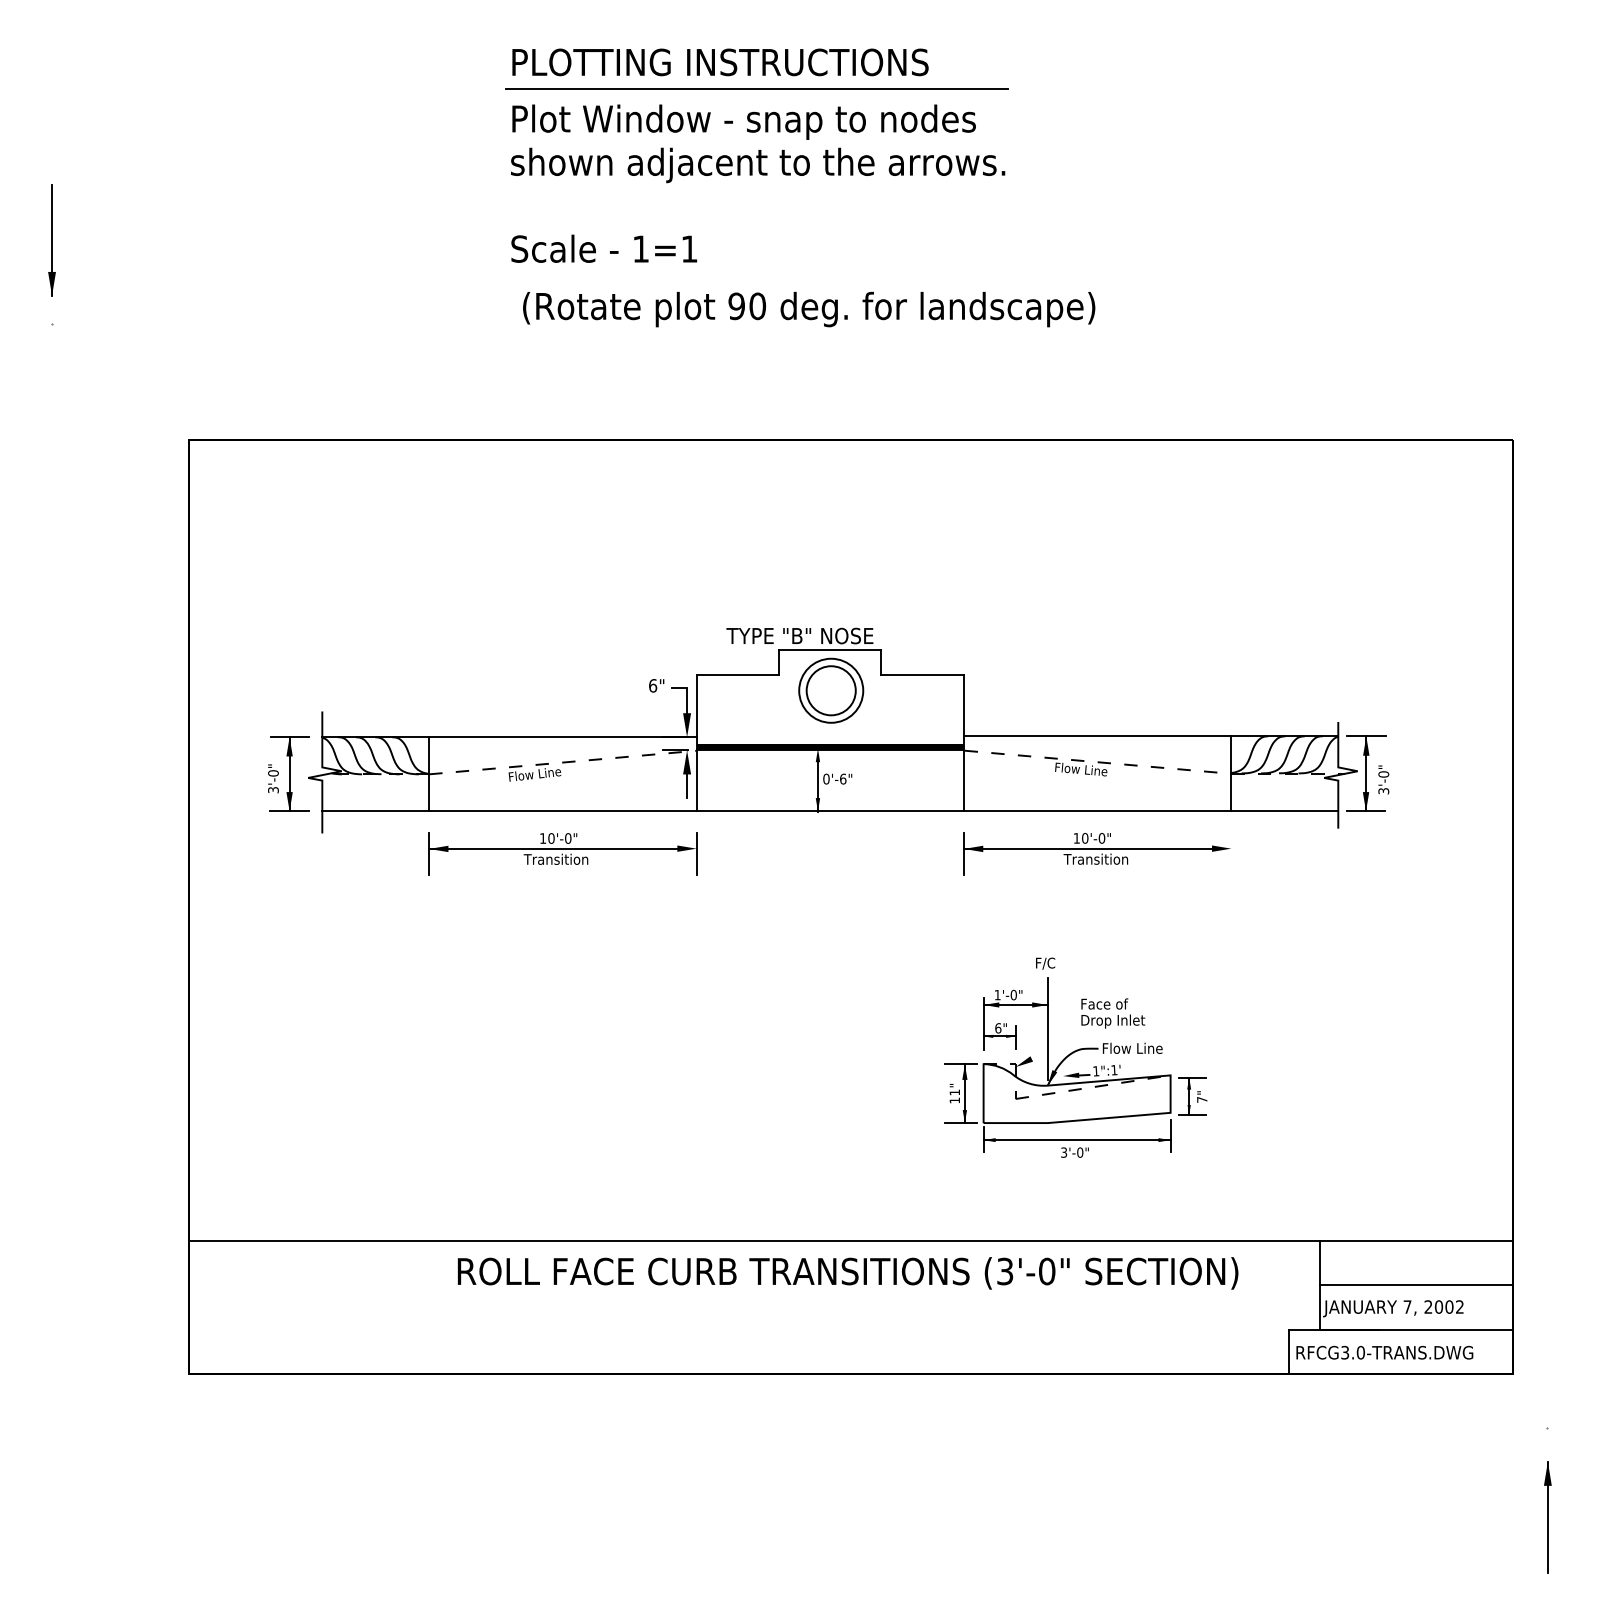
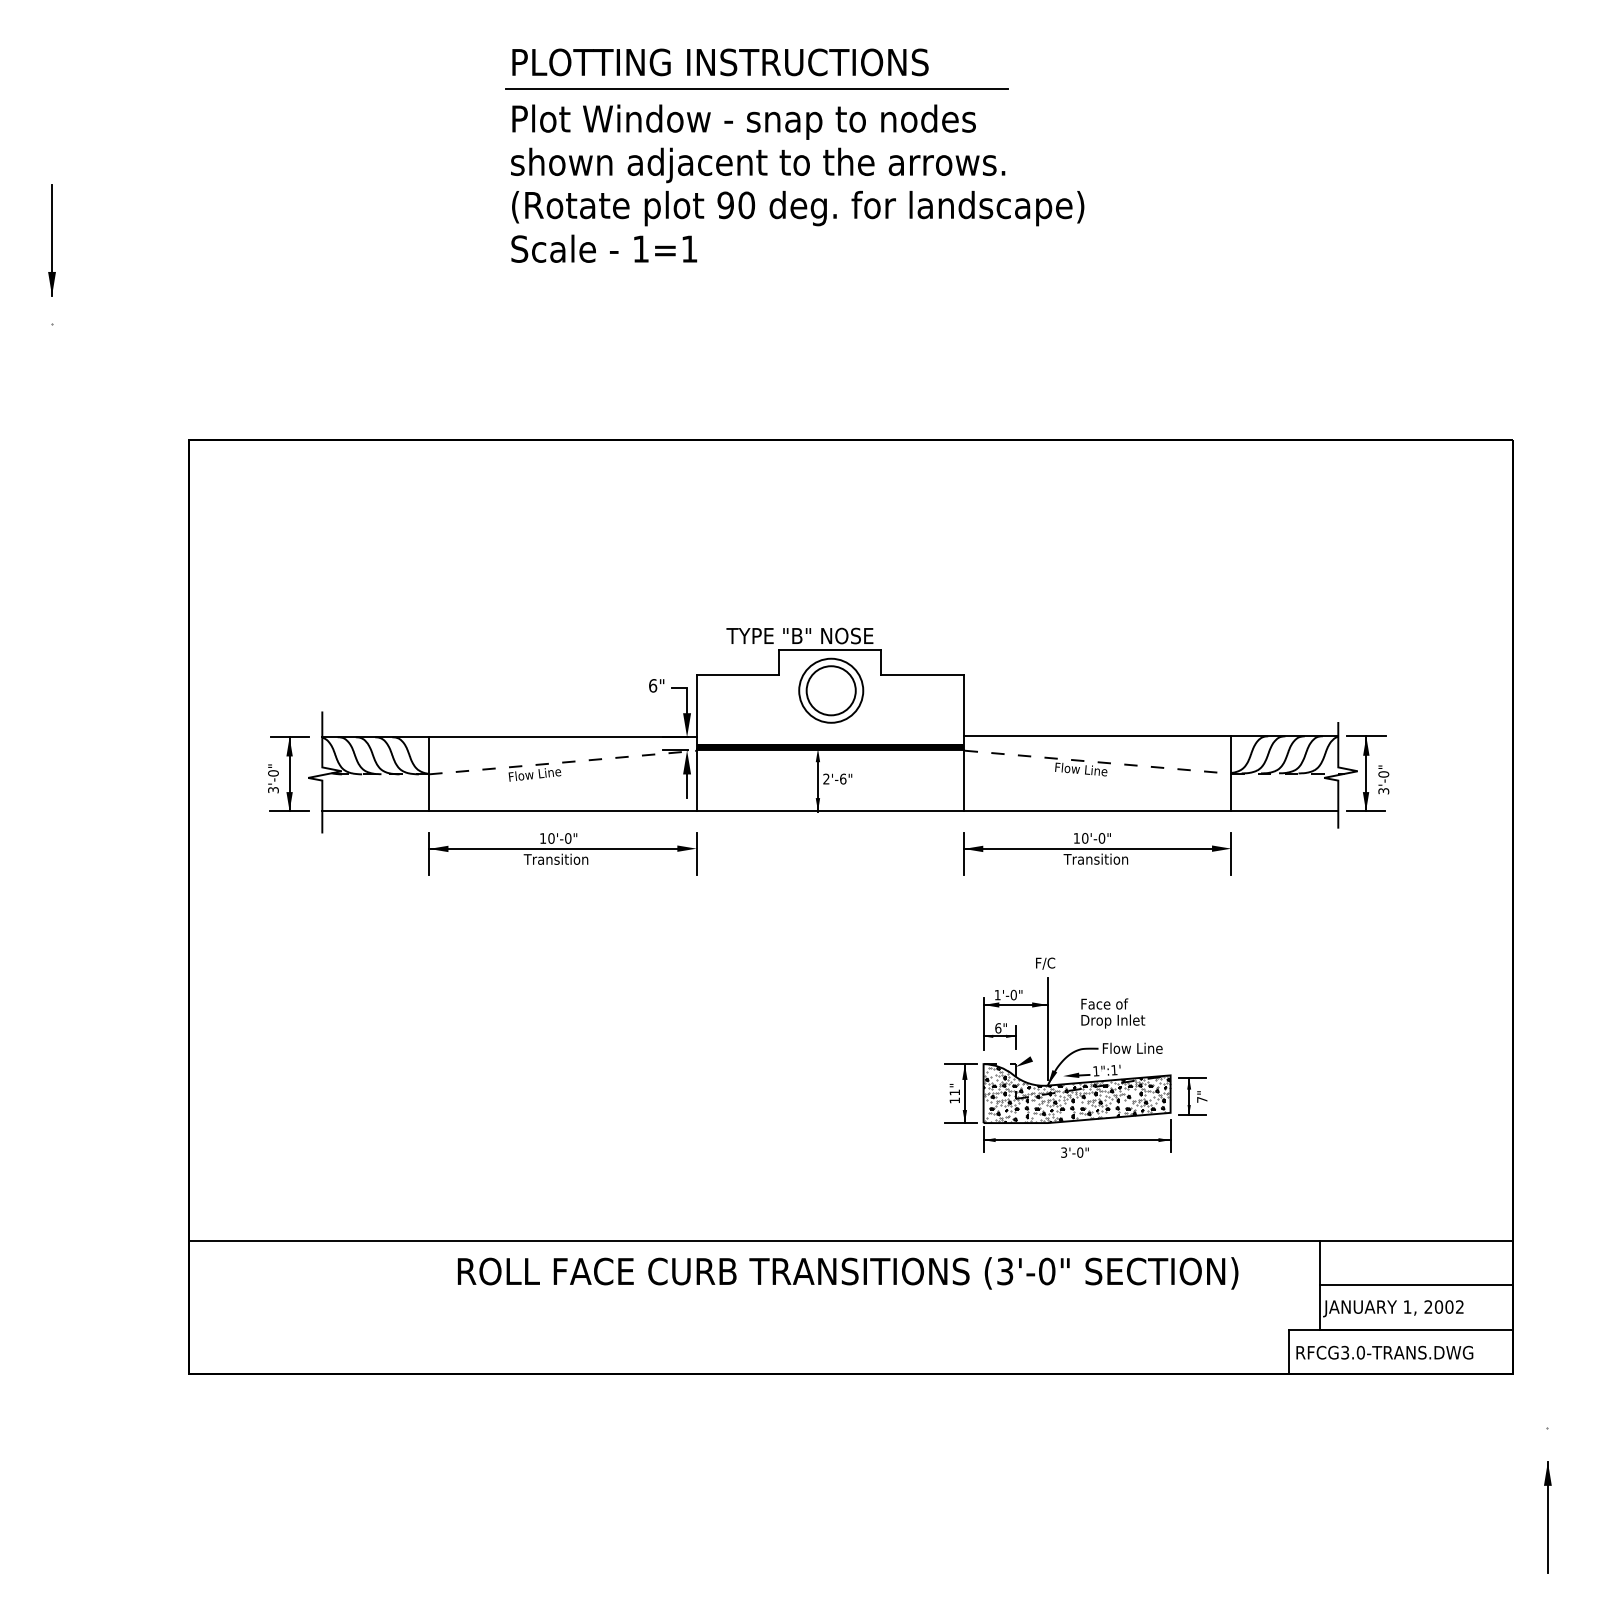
text at (809, 309) position: (809, 309) -> (798, 208)
text at (826, 778): 0'-6" -> 2'-6"
line at (1231, 853): none -> present
hatch at (1076, 1094): none -> present
text at (1407, 1306): 7, -> 1,
